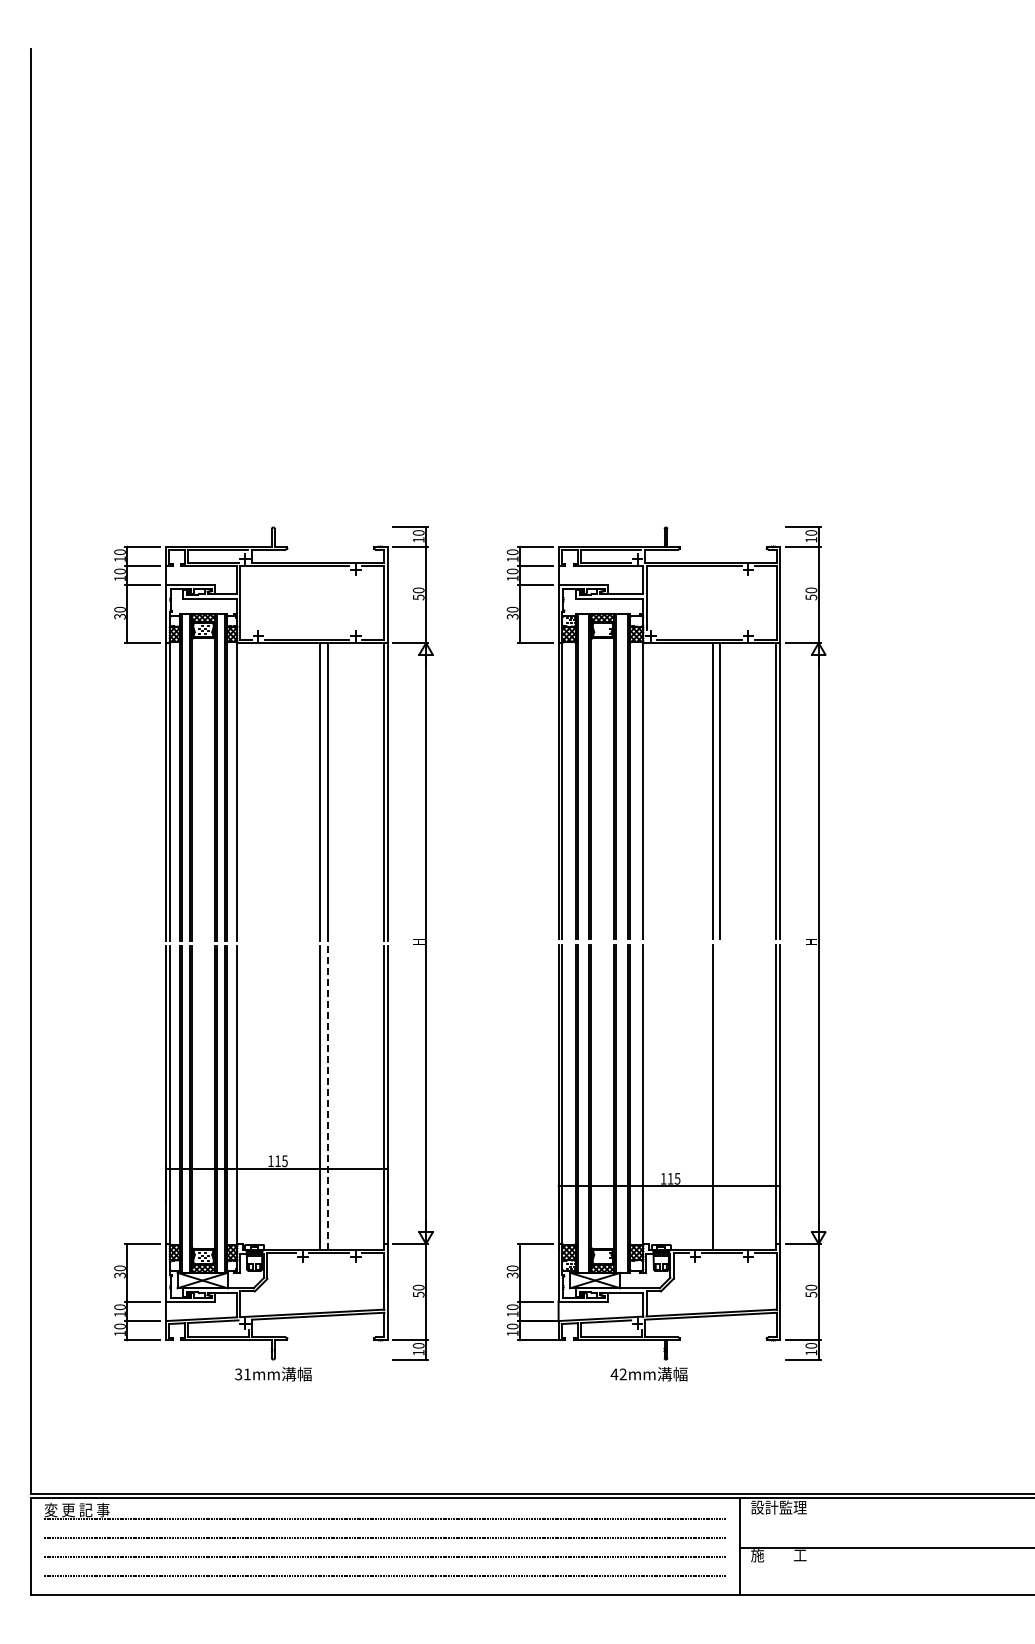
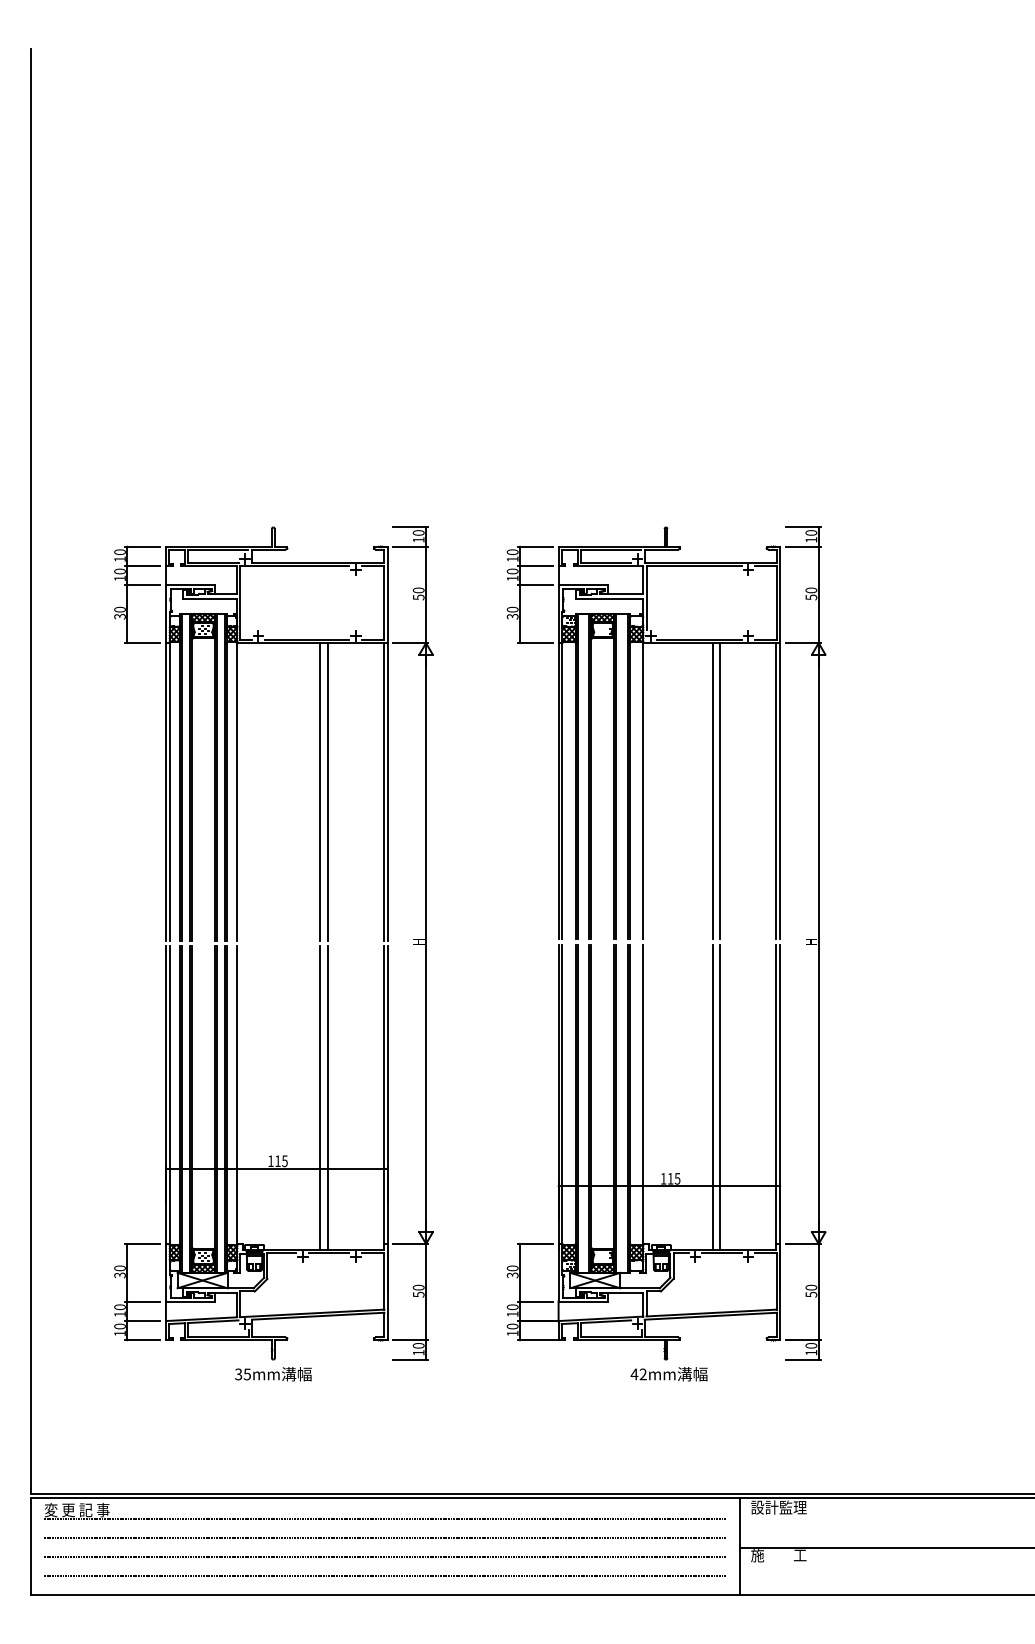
line at (720, 1096): none -> present
line at (327, 1098): dashed -> solid
text at (246, 1374): 31mm -> 35mm
text at (648, 1374) position: (648, 1374) -> (668, 1374)
